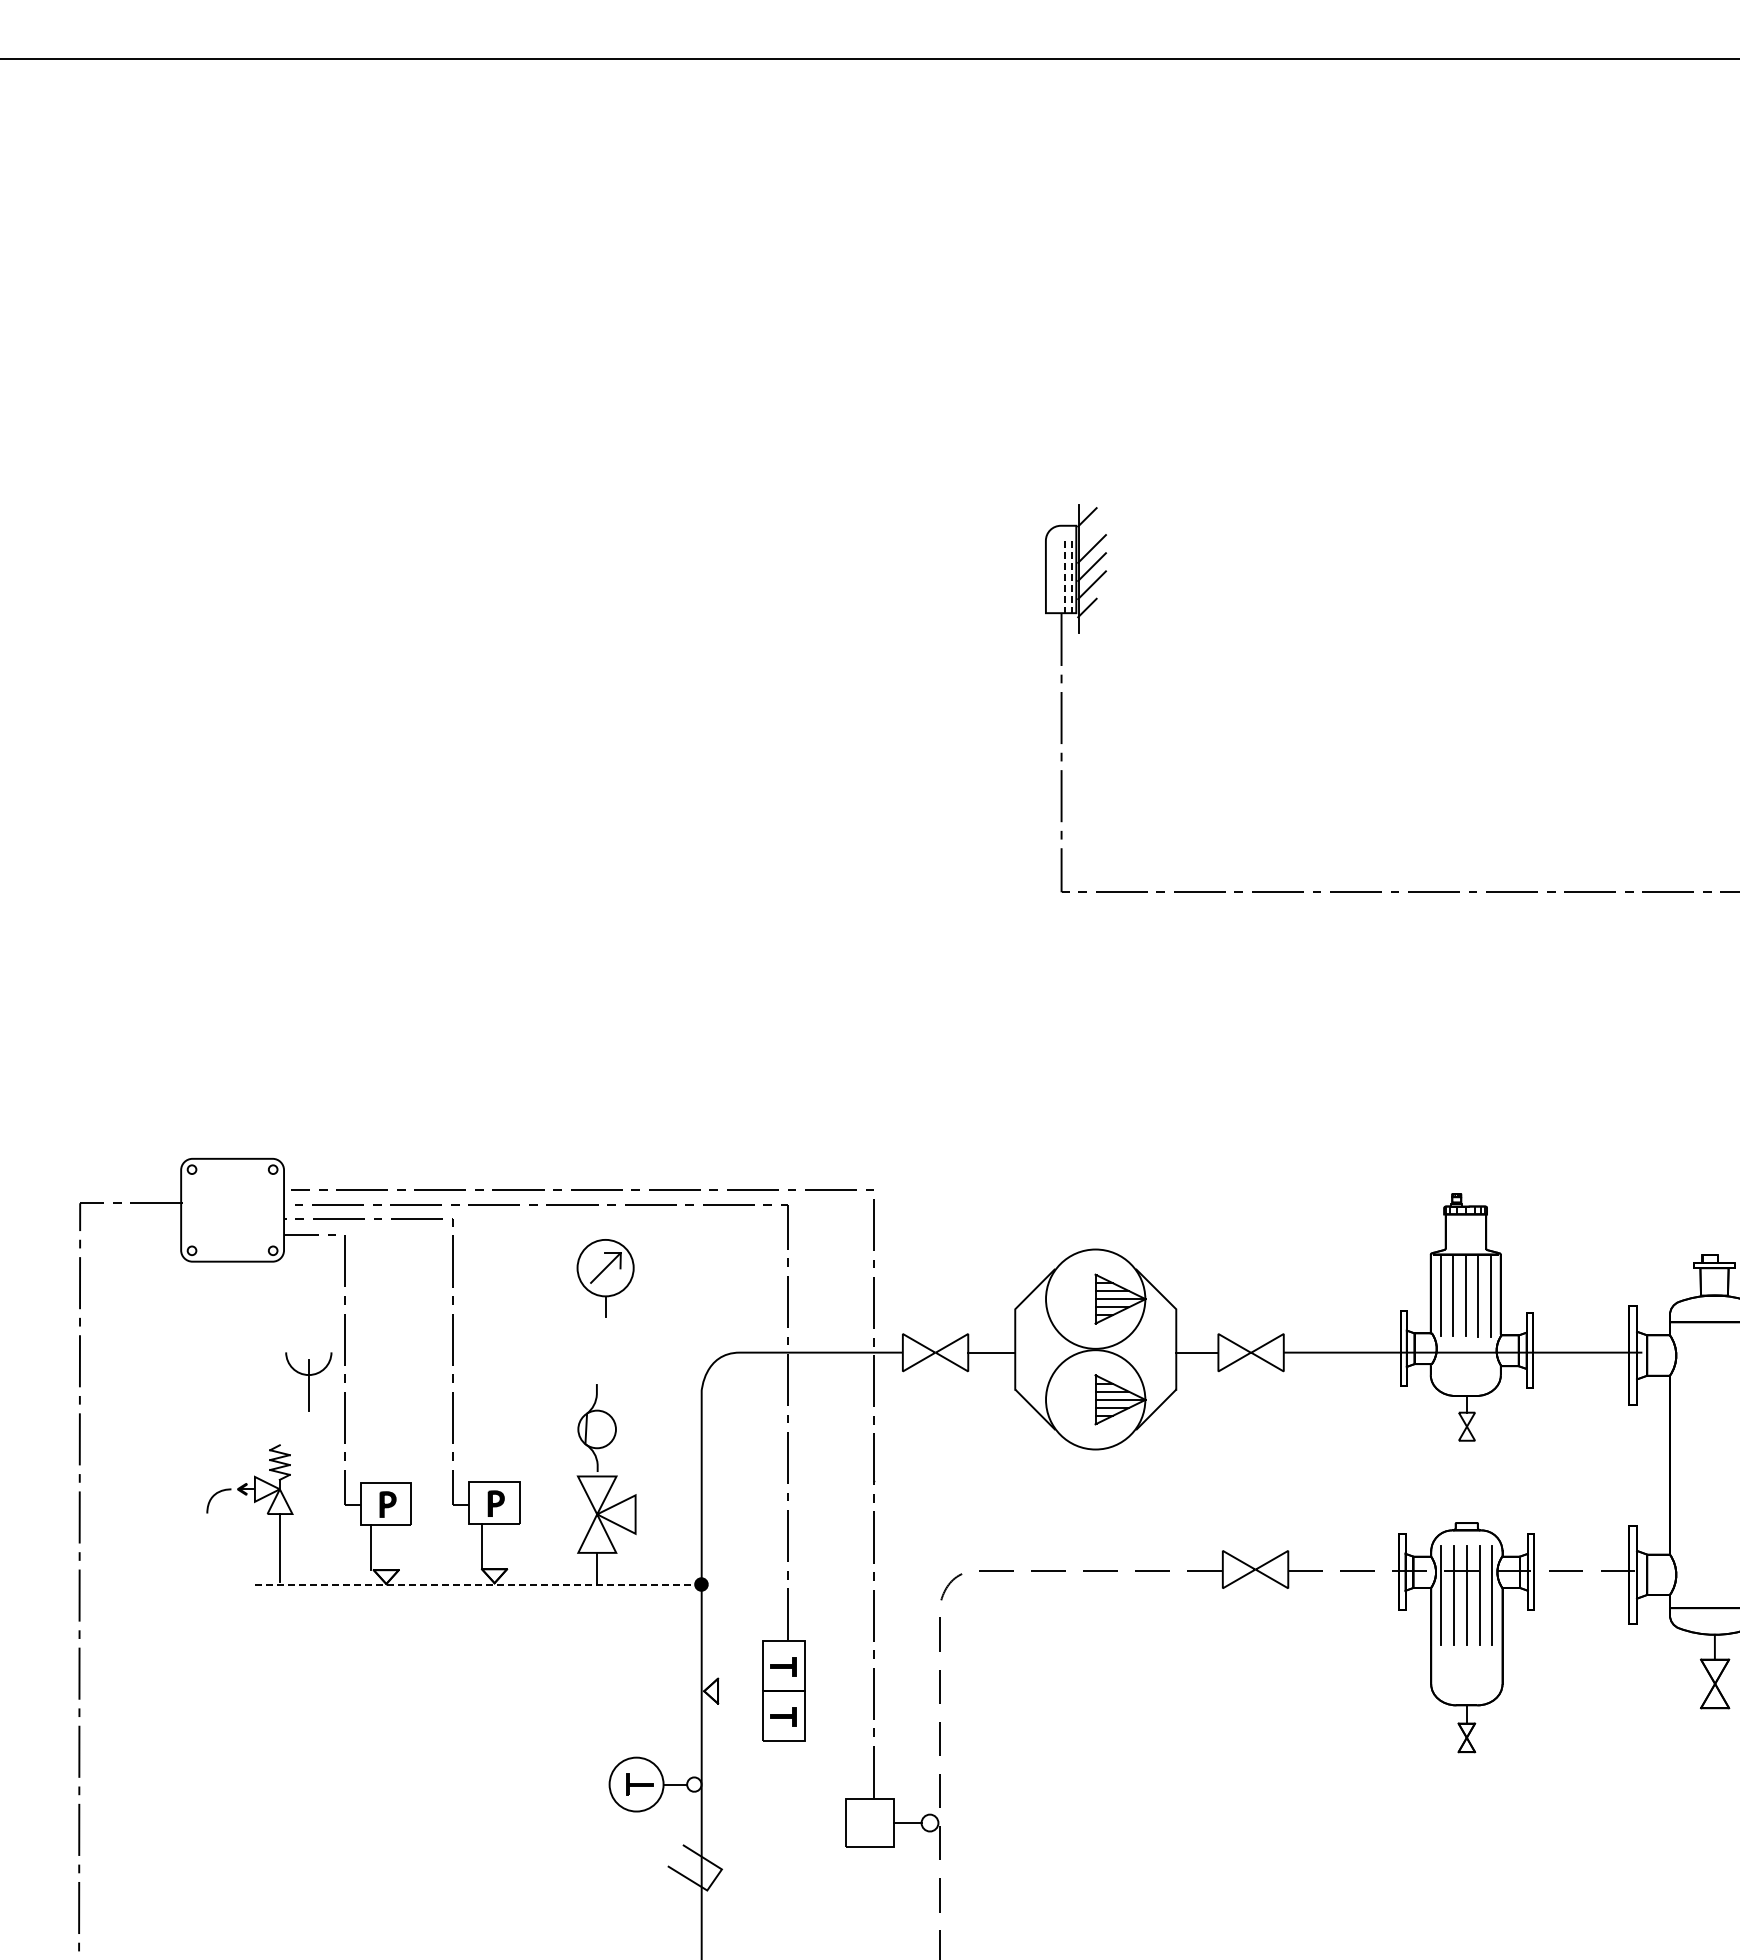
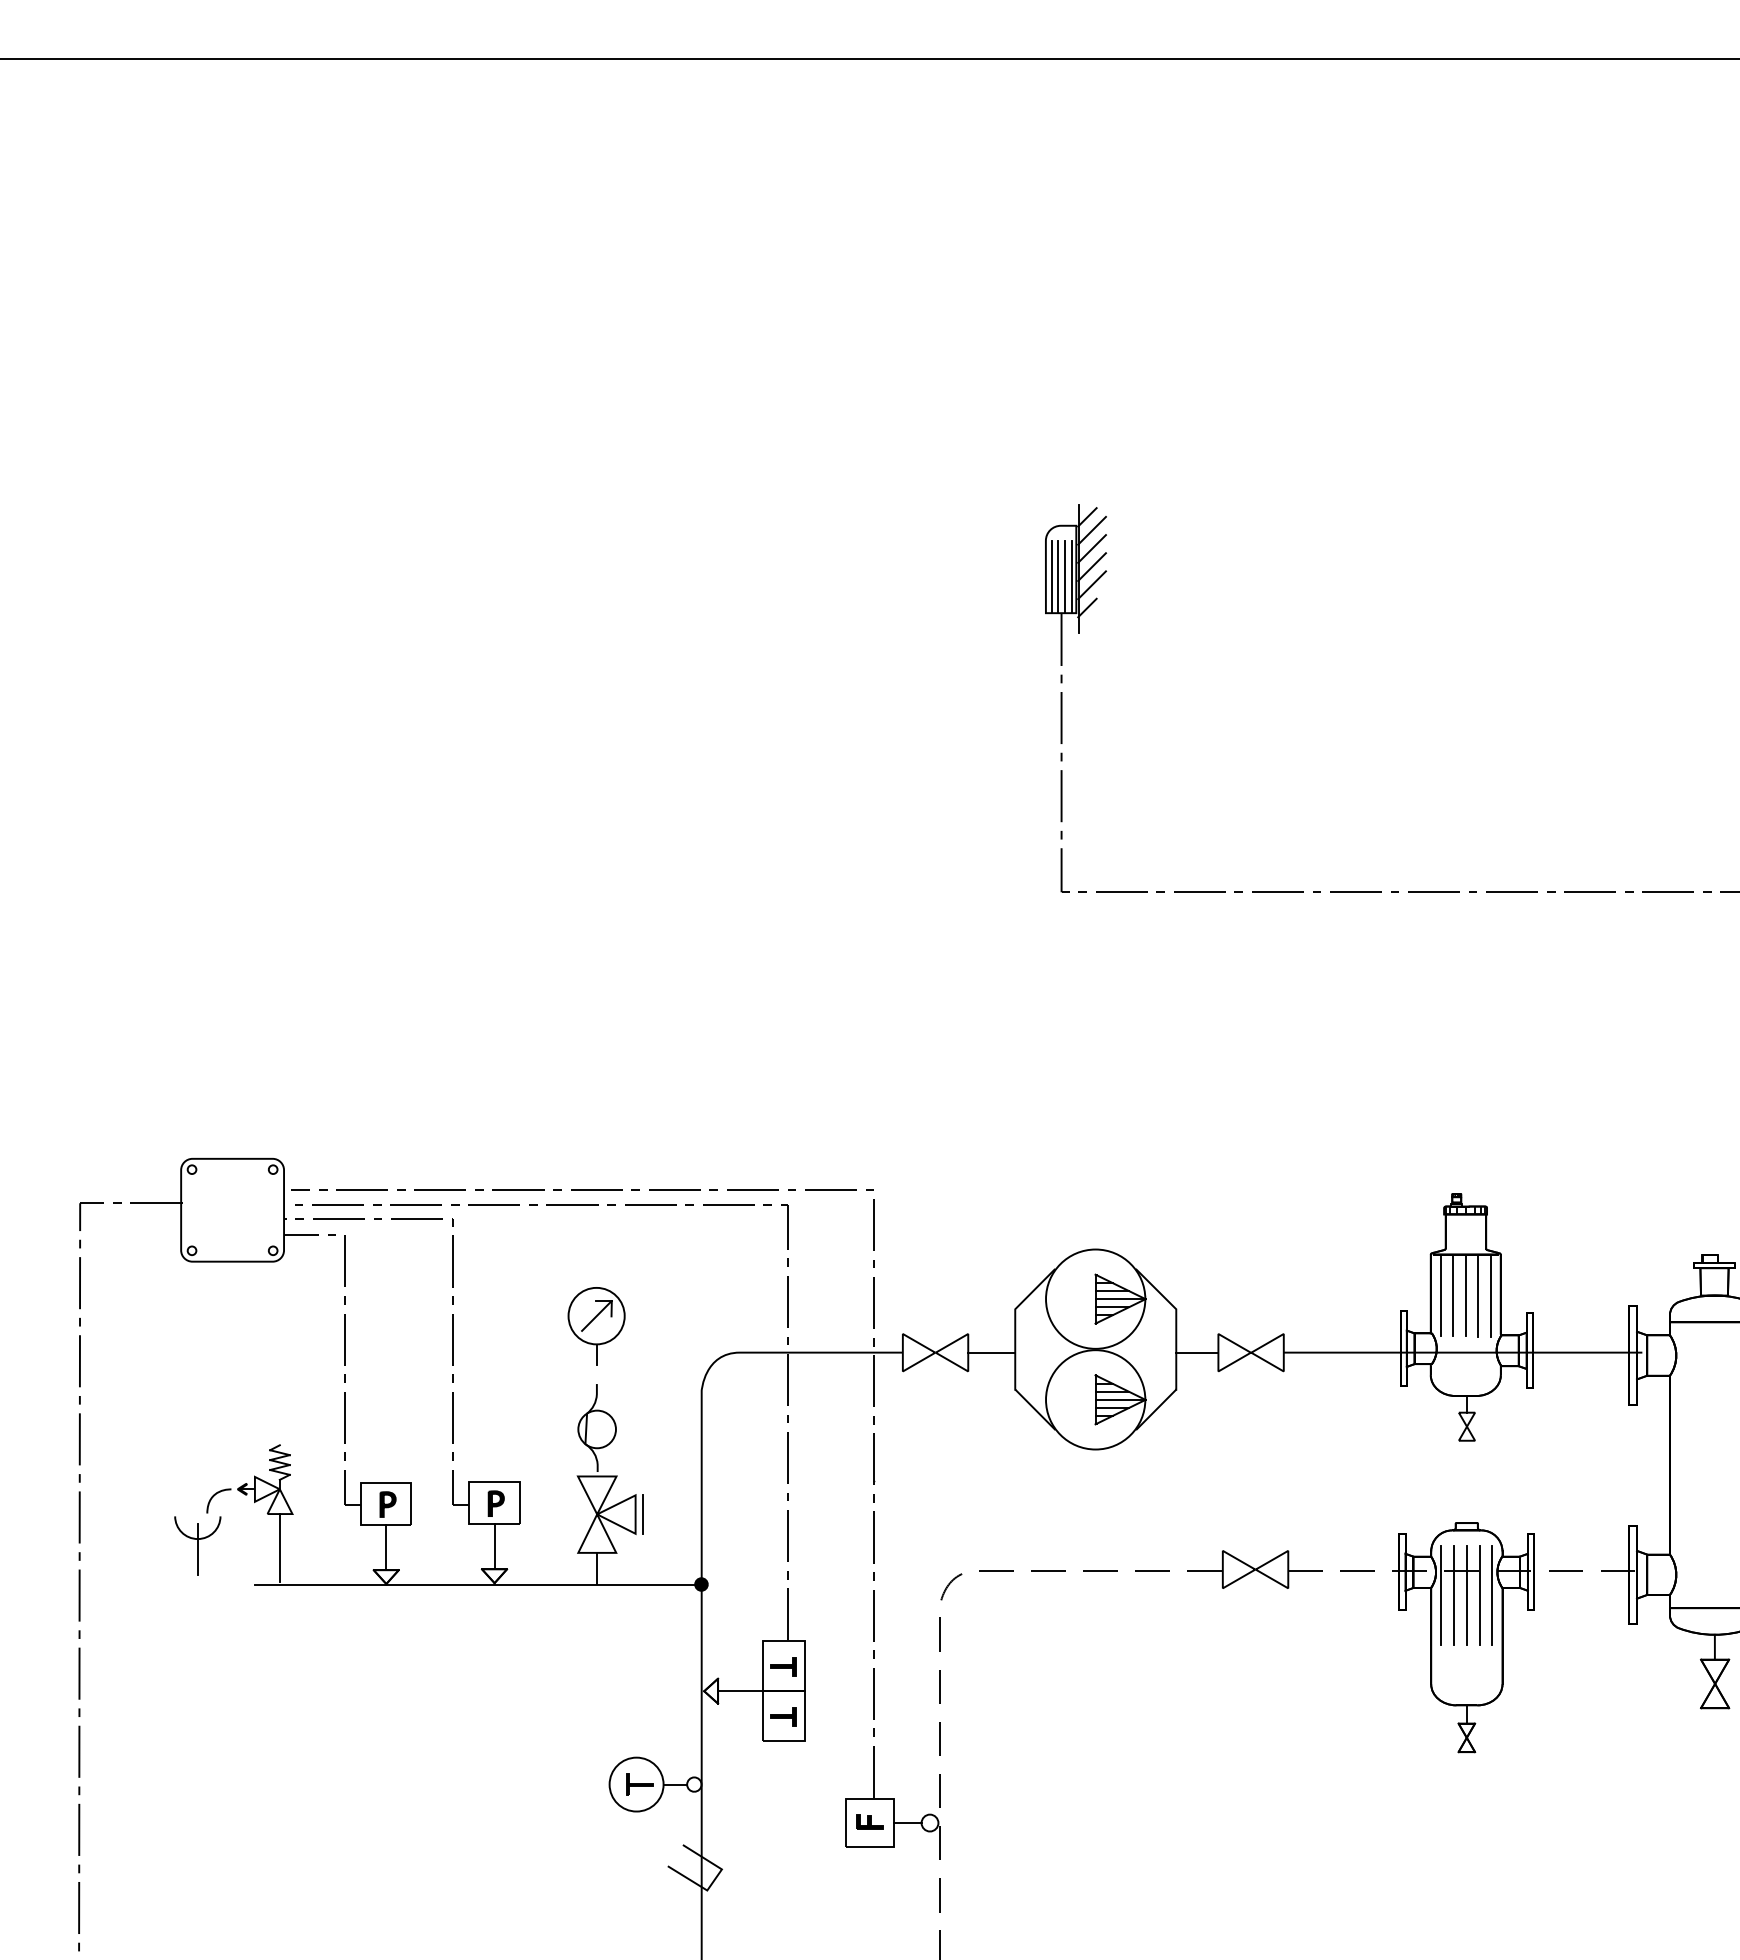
line at (1091, 530): none -> present
line at (1051, 576): none -> present
line at (1058, 576): none -> present
line at (1064, 577): dashed -> solid
line at (1071, 577): dashed -> solid
part at (605, 1278) position: (605, 1278) -> (596, 1326)
part at (308, 1381) position: (308, 1381) -> (197, 1545)
line at (642, 1514): none -> present
line at (481, 1546) position: (481, 1546) -> (494, 1546)
line at (371, 1547) position: (371, 1547) -> (386, 1547)
line at (477, 1584): dashed -> solid
line at (740, 1691): none -> present
part at (869, 1821): none -> present
